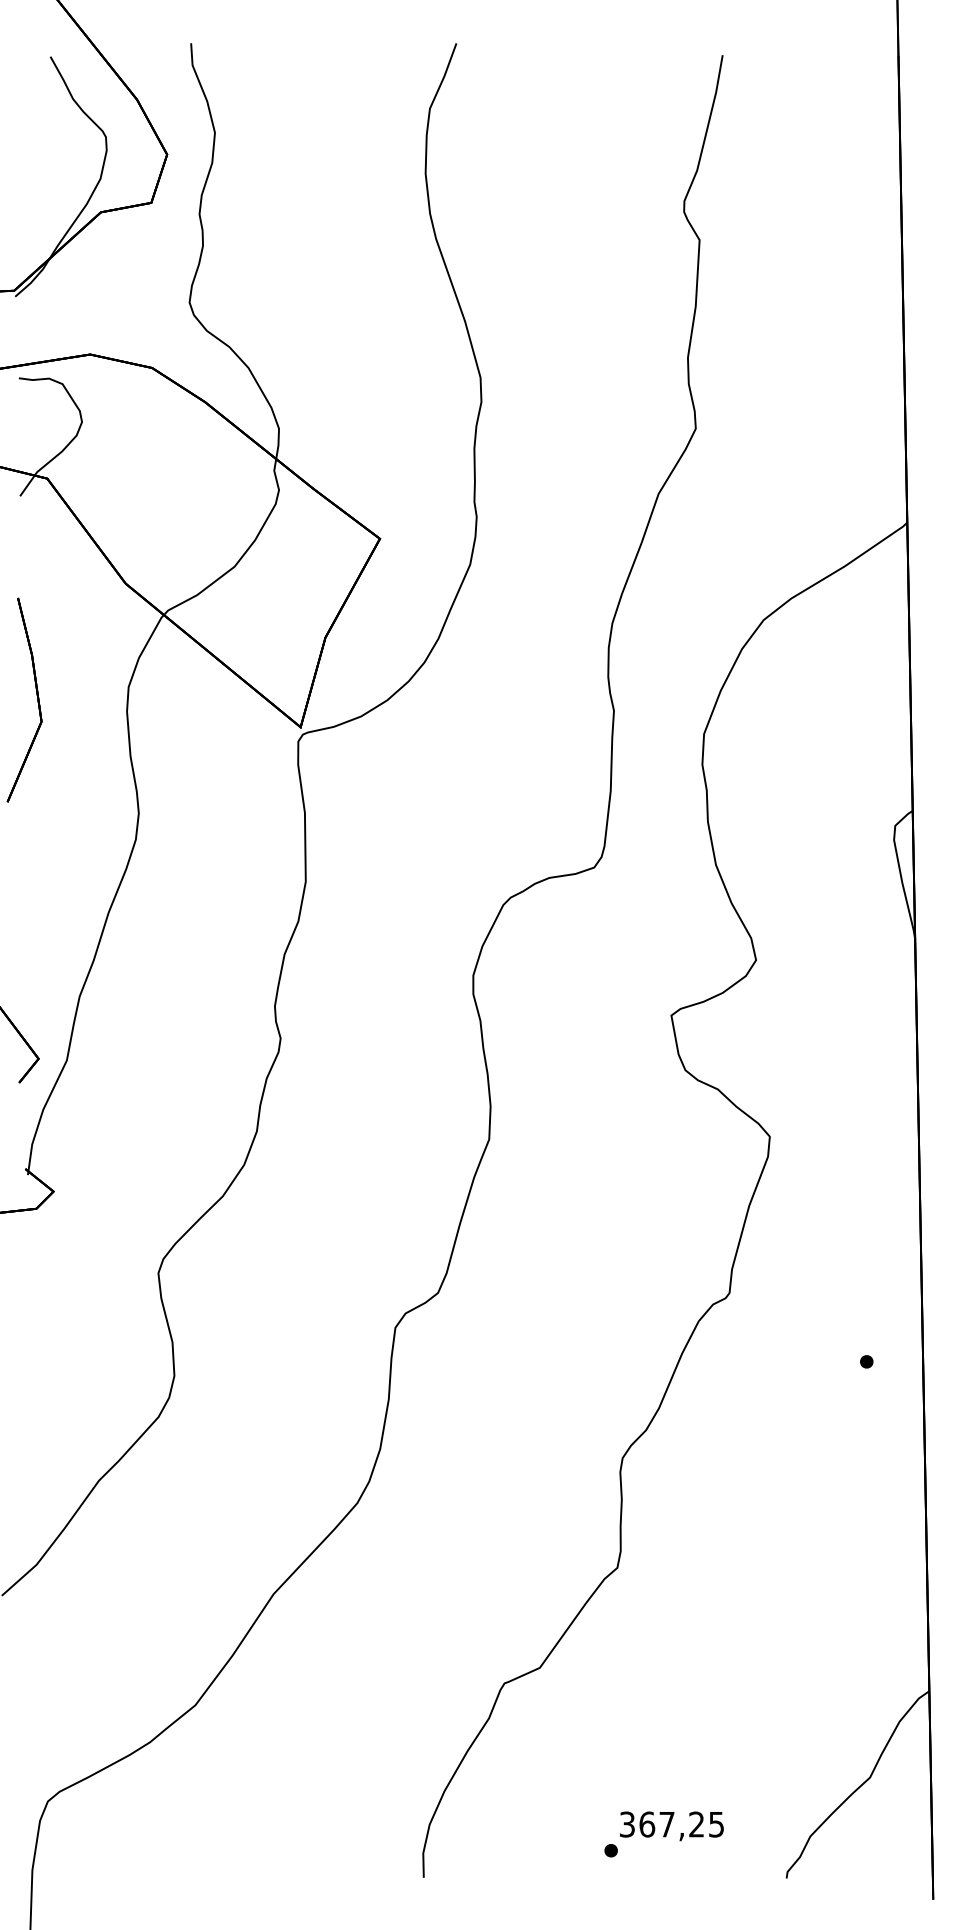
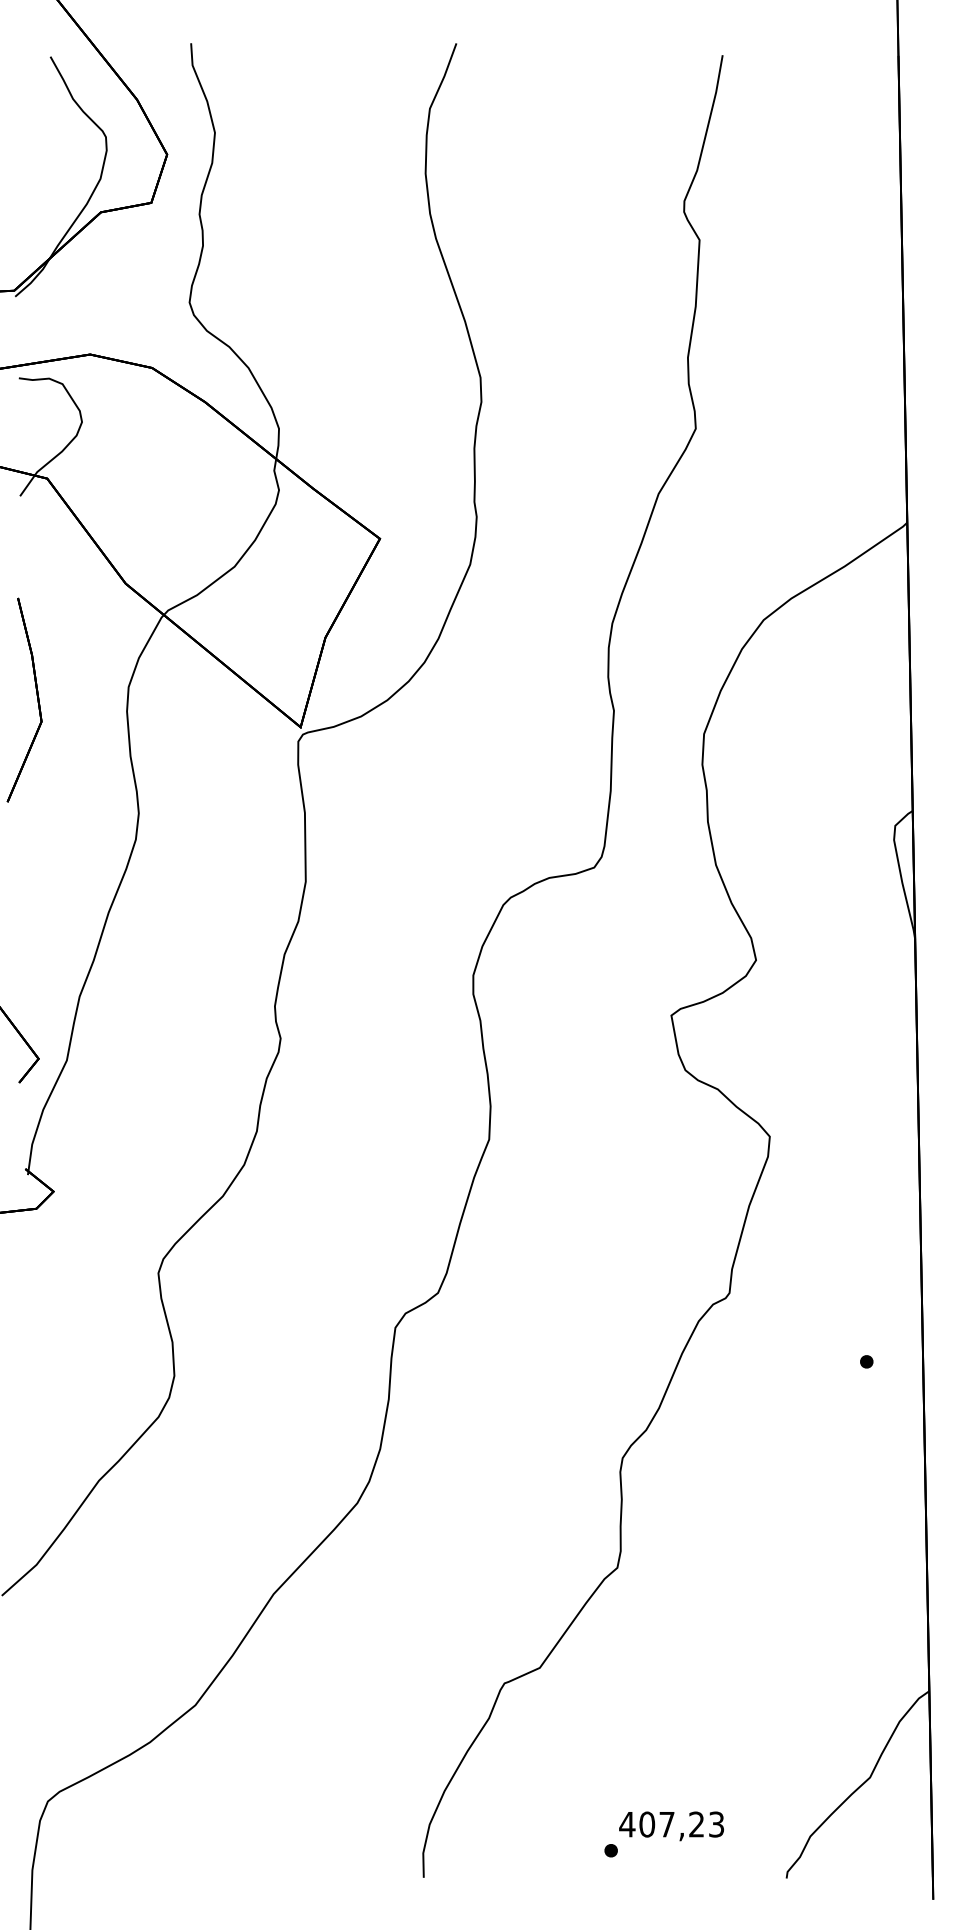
text at (671, 1824): 367,25 -> 407,23
